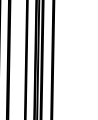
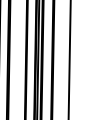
line at (69, 59): none -> present
